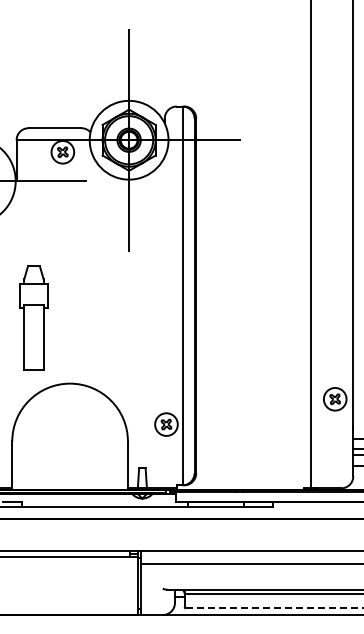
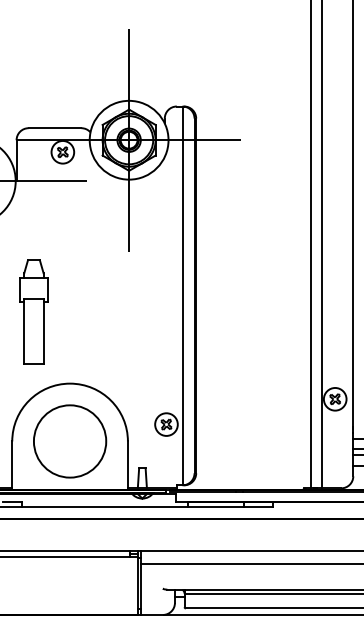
line at (321, 245): none -> present
part at (33, 317) position: (33, 317) -> (33, 311)
circle at (70, 441): none -> present
line at (274, 608): dashed -> solid
